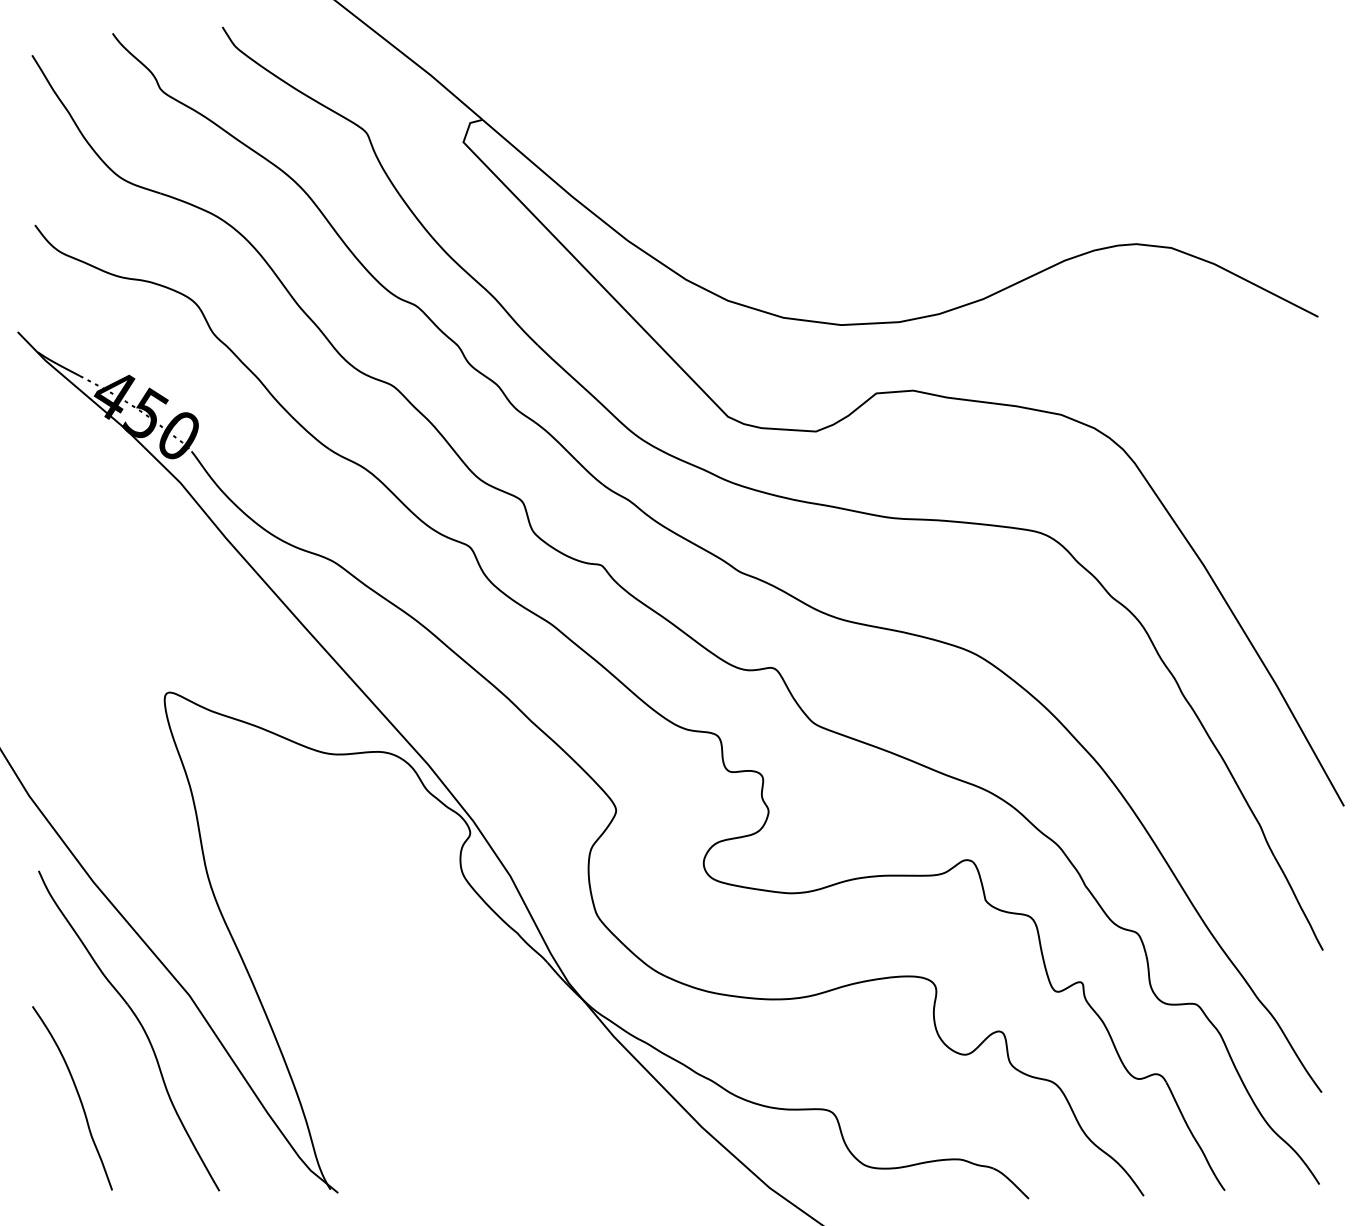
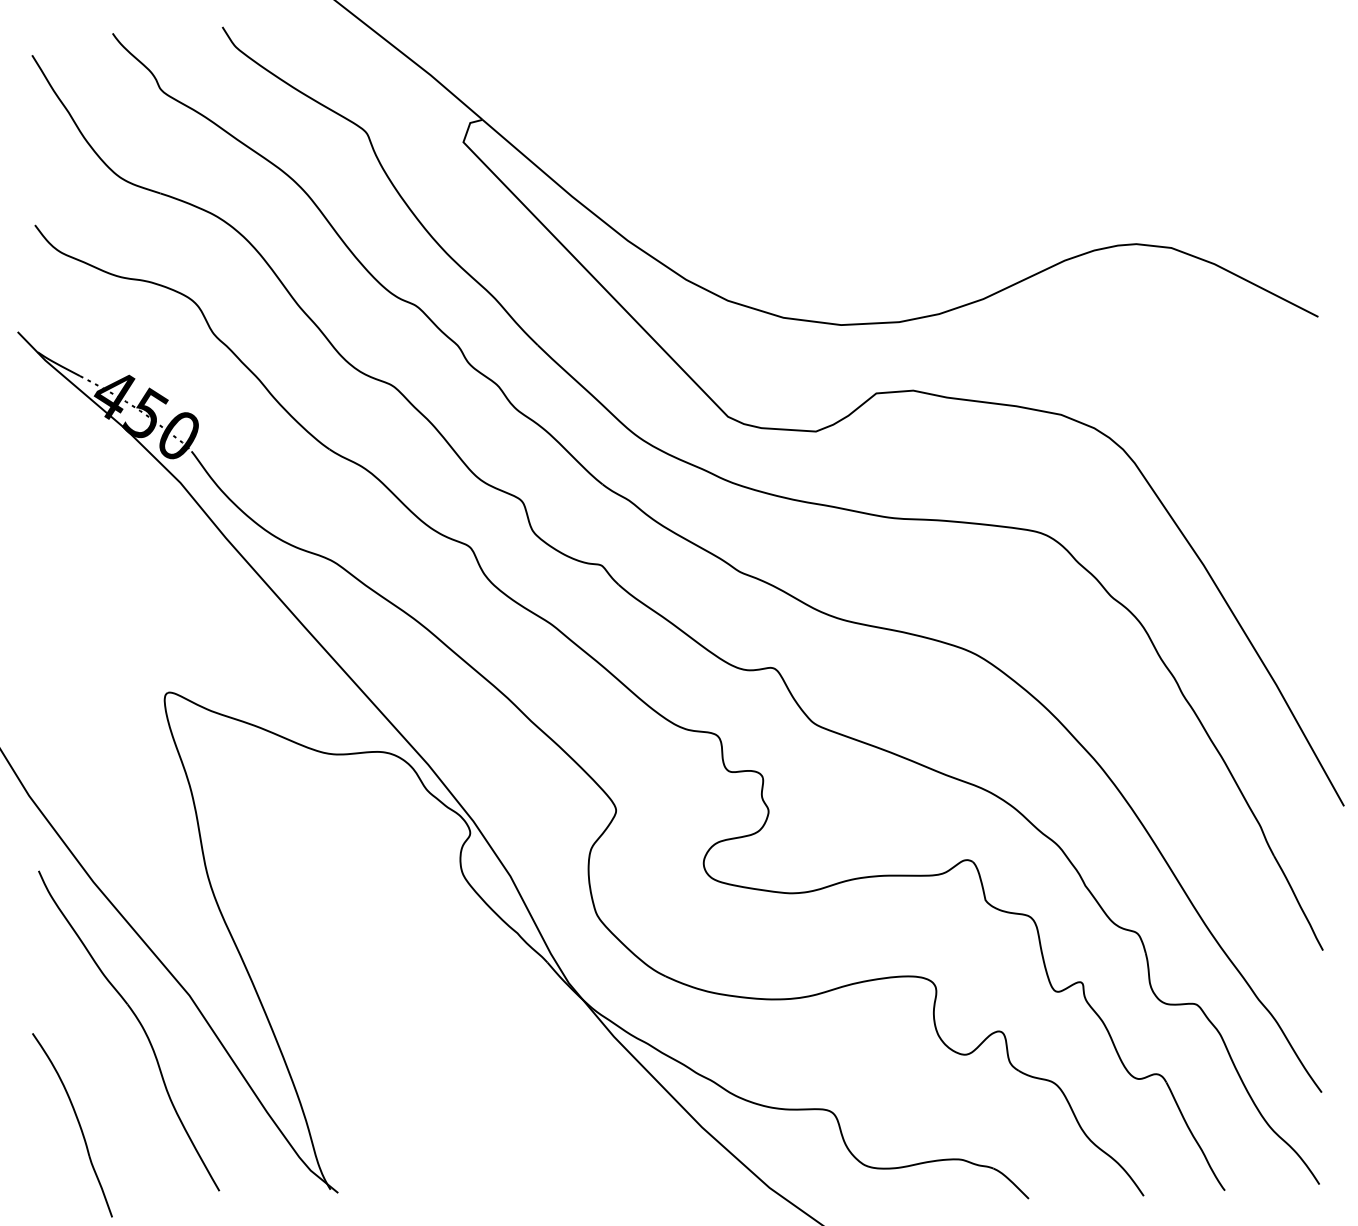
part at (72, 1098) position: (72, 1098) -> (72, 1125)
